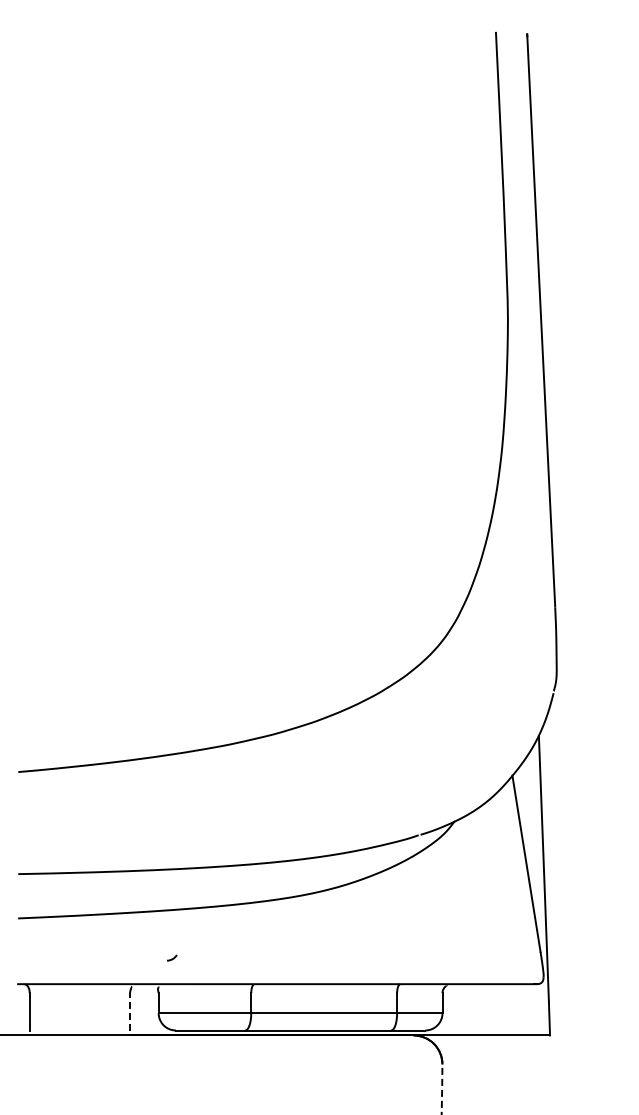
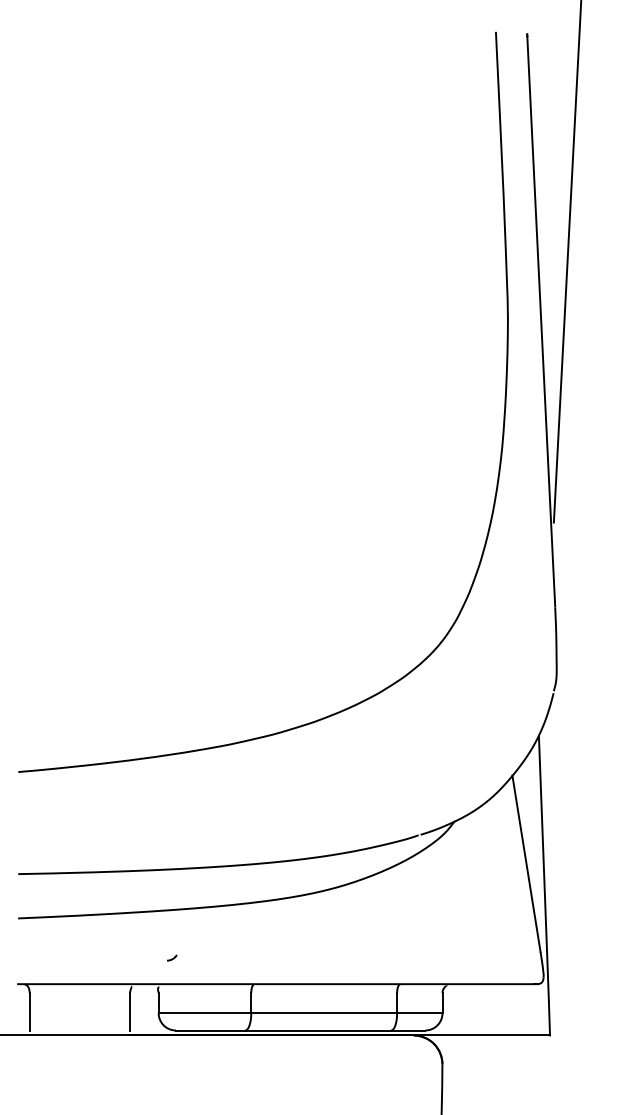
line at (567, 262): none -> present
line at (130, 1011): dashed -> solid
arc at (442, 1089): dashed -> solid
